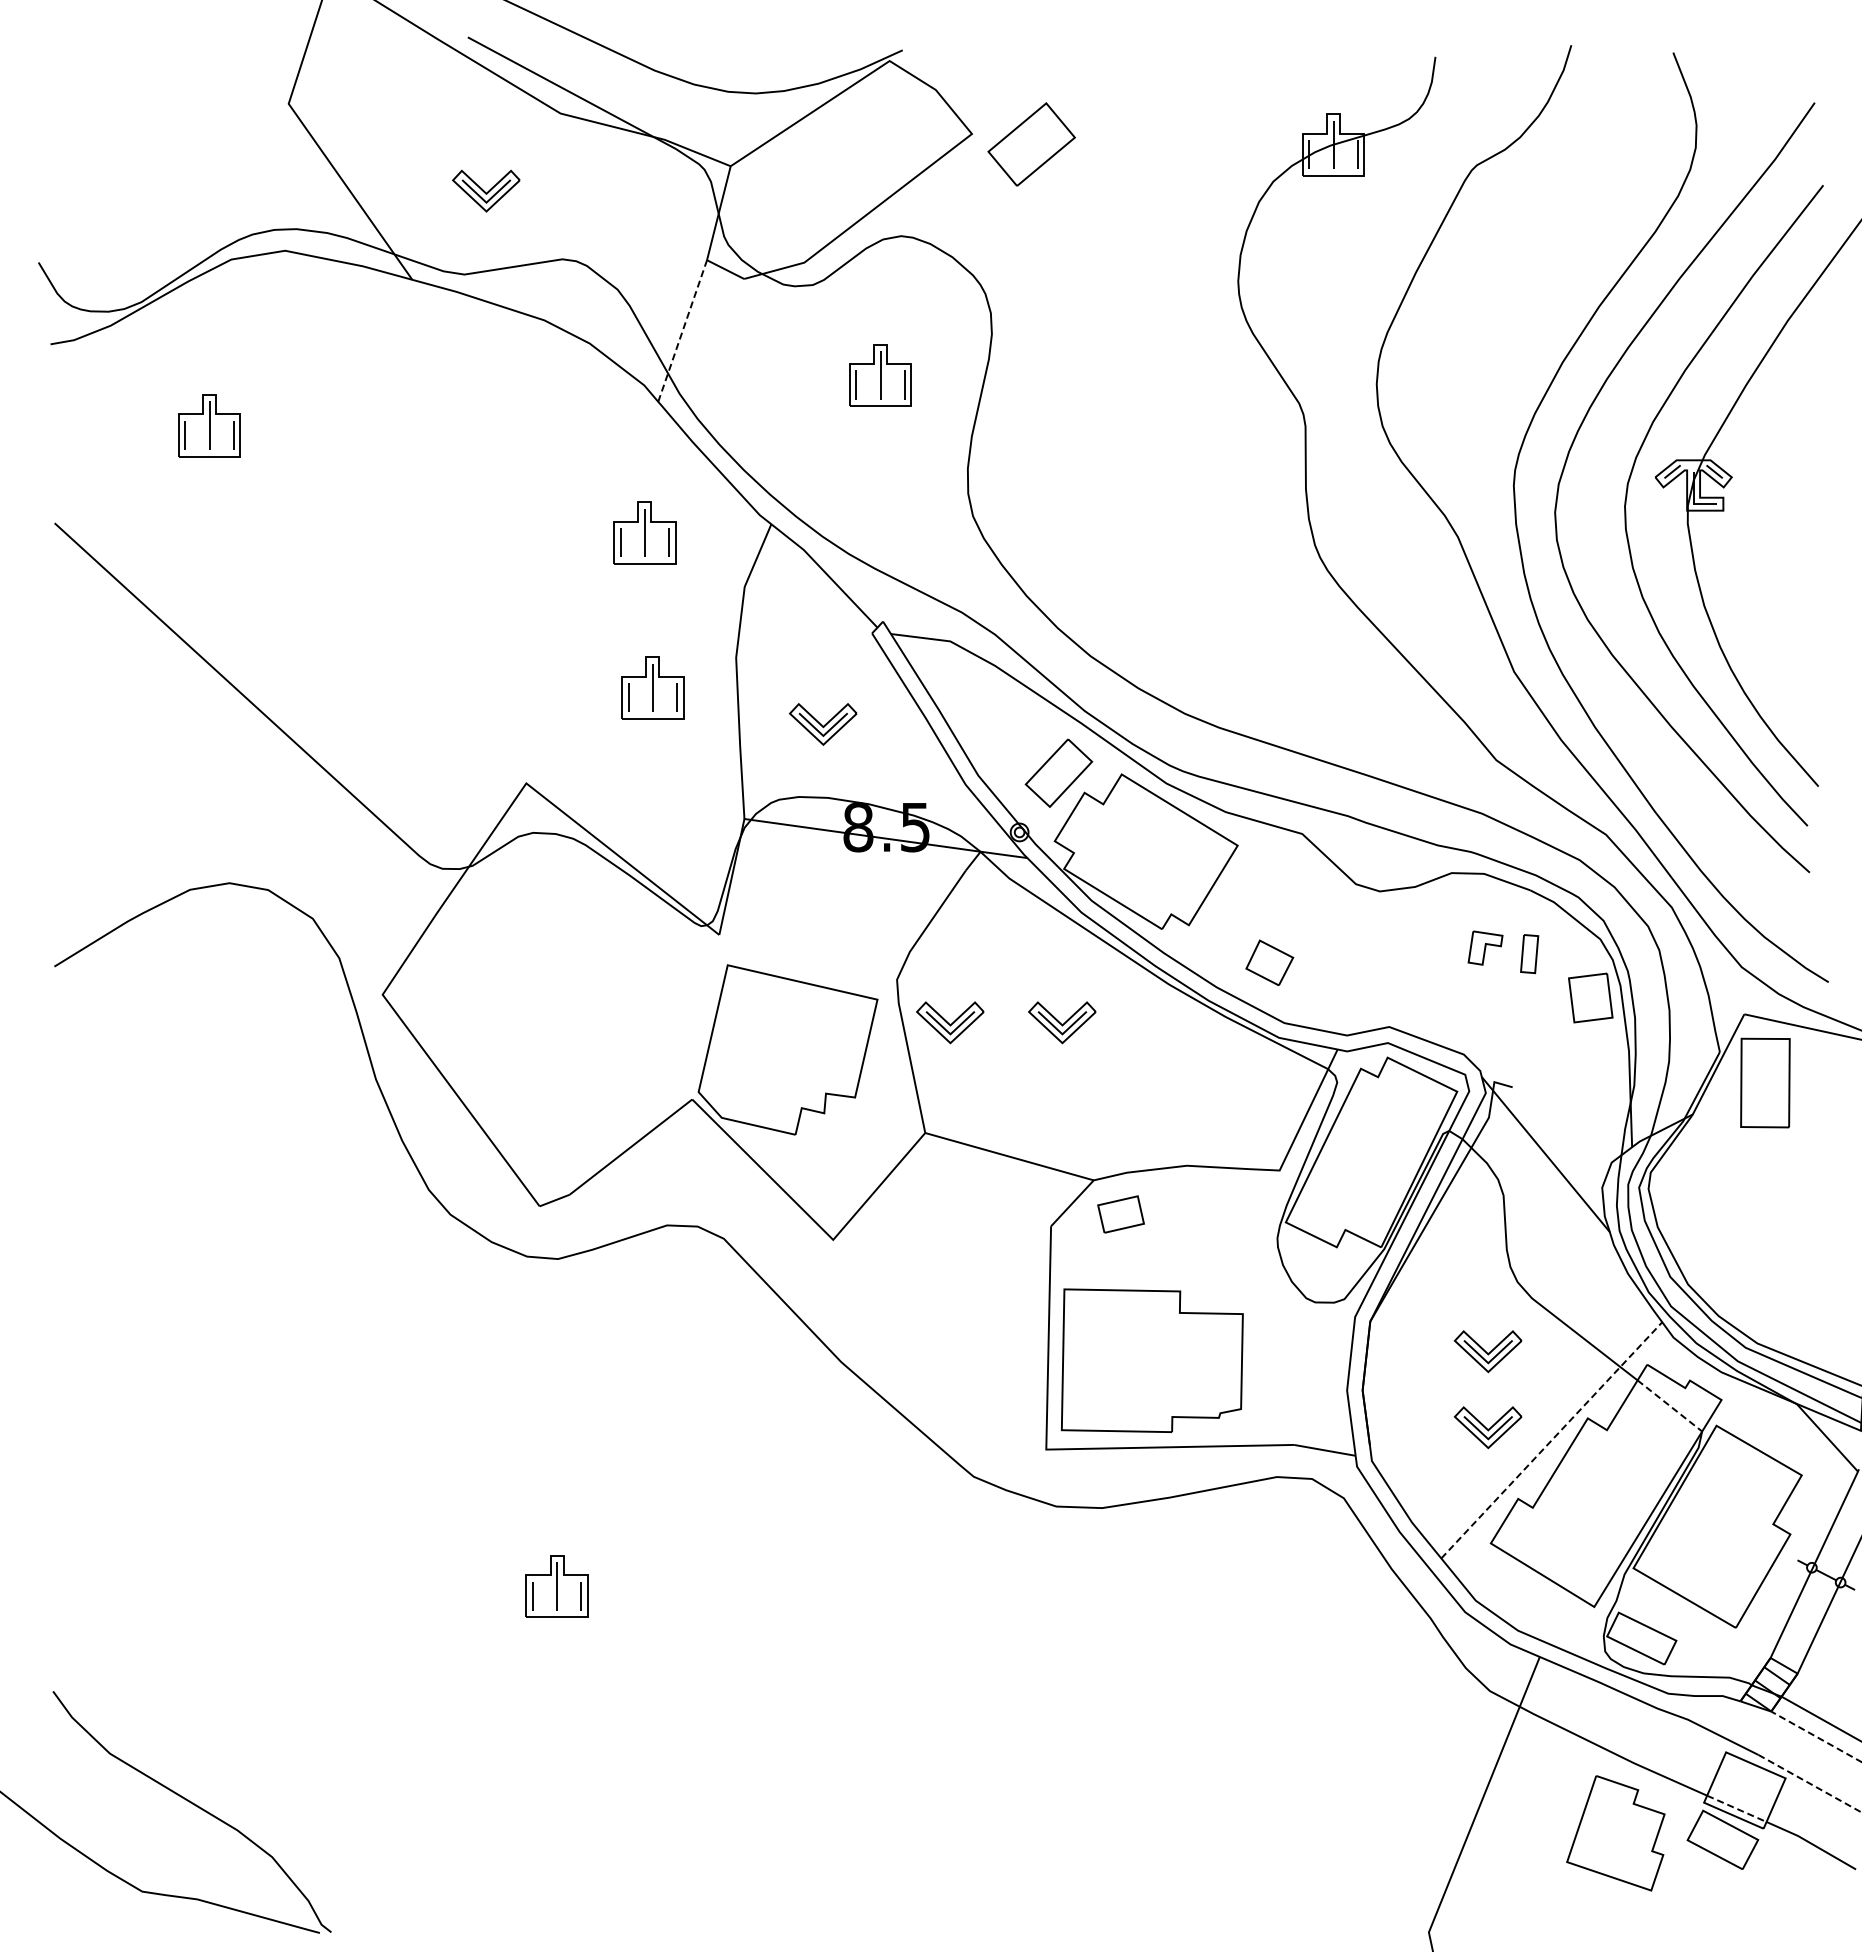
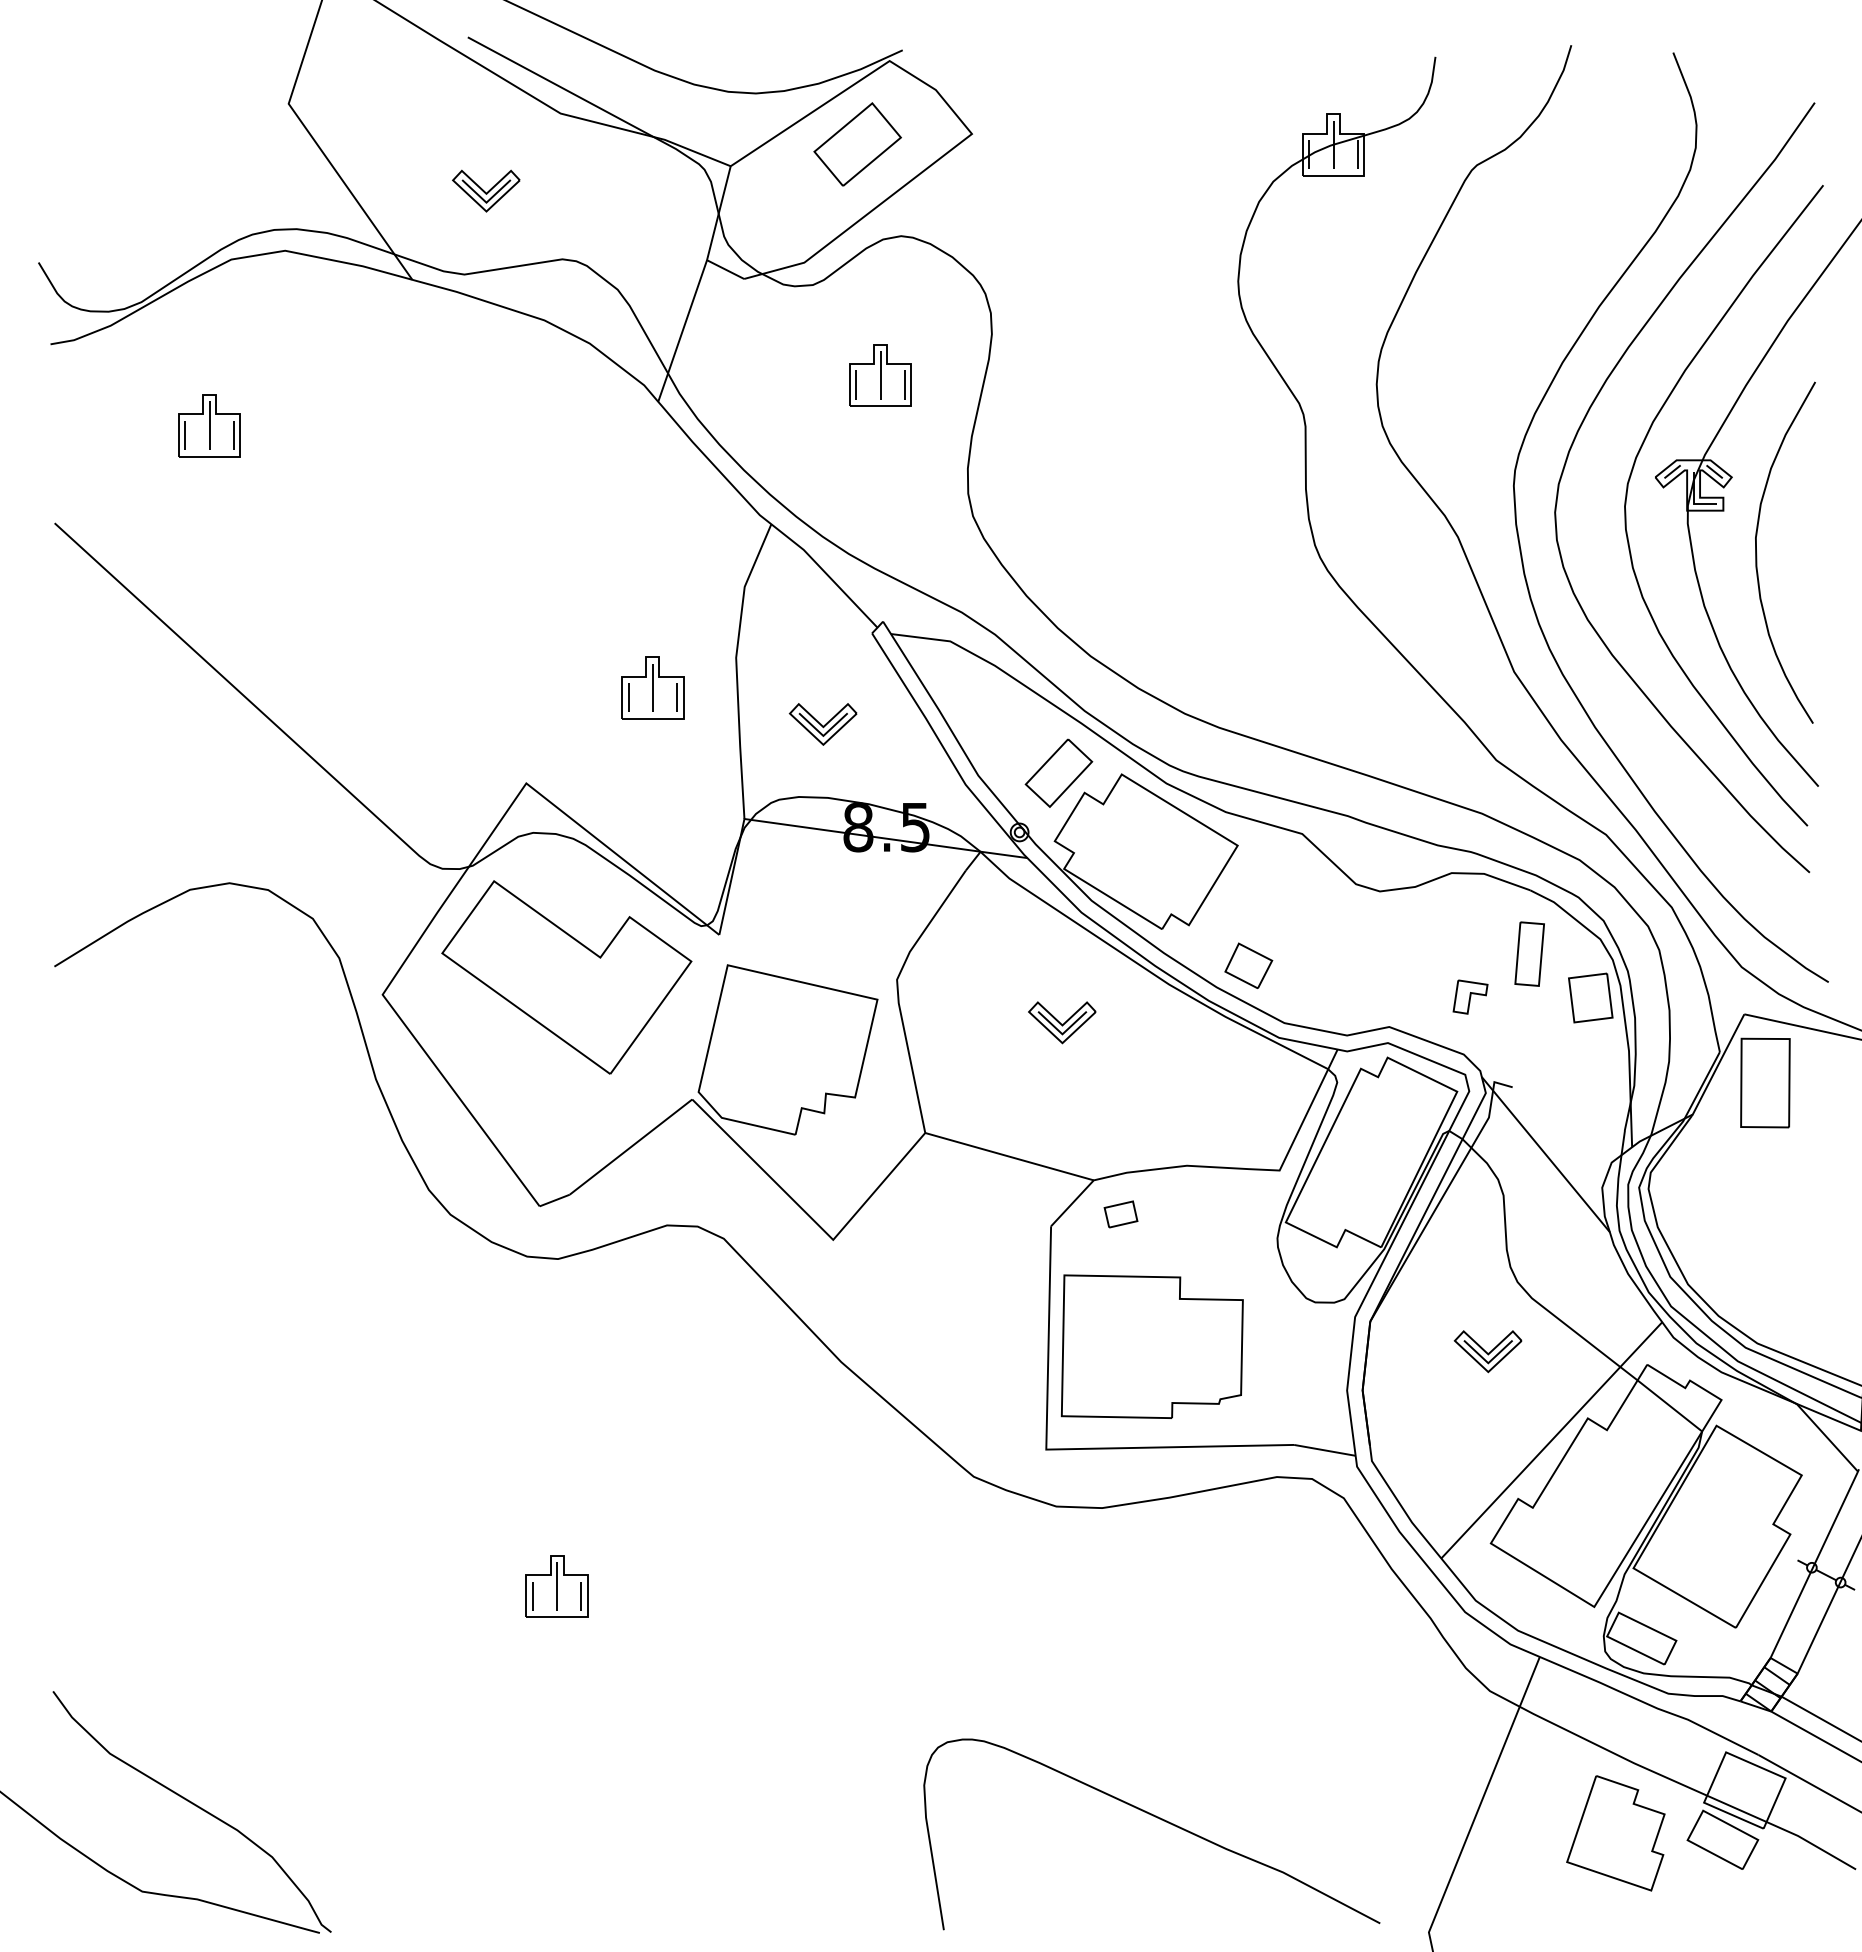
part at (1031, 144) position: (1031, 144) -> (857, 144)
line at (682, 331): dashed -> solid
part at (644, 532): present -> none
curve at (1757, 553): none -> present
part at (1485, 947) position: (1485, 947) -> (1470, 996)
part at (1529, 954) size: 20x41 px -> 31x66 px
part at (1269, 962) position: (1269, 962) -> (1248, 965)
part at (566, 977): none -> present
part at (950, 1022): present -> none
part at (1120, 1214) size: 48x39 px -> 36x29 px
part at (1151, 1360) position: (1151, 1360) -> (1151, 1346)
line at (1670, 1406): dashed -> solid
part at (1487, 1427): present -> none
line at (1552, 1439): dashed -> solid
line at (1816, 1736): dashed -> solid
line at (1809, 1783): dashed -> solid
line at (1737, 1809): dashed -> solid
curve at (1159, 1819): none -> present
